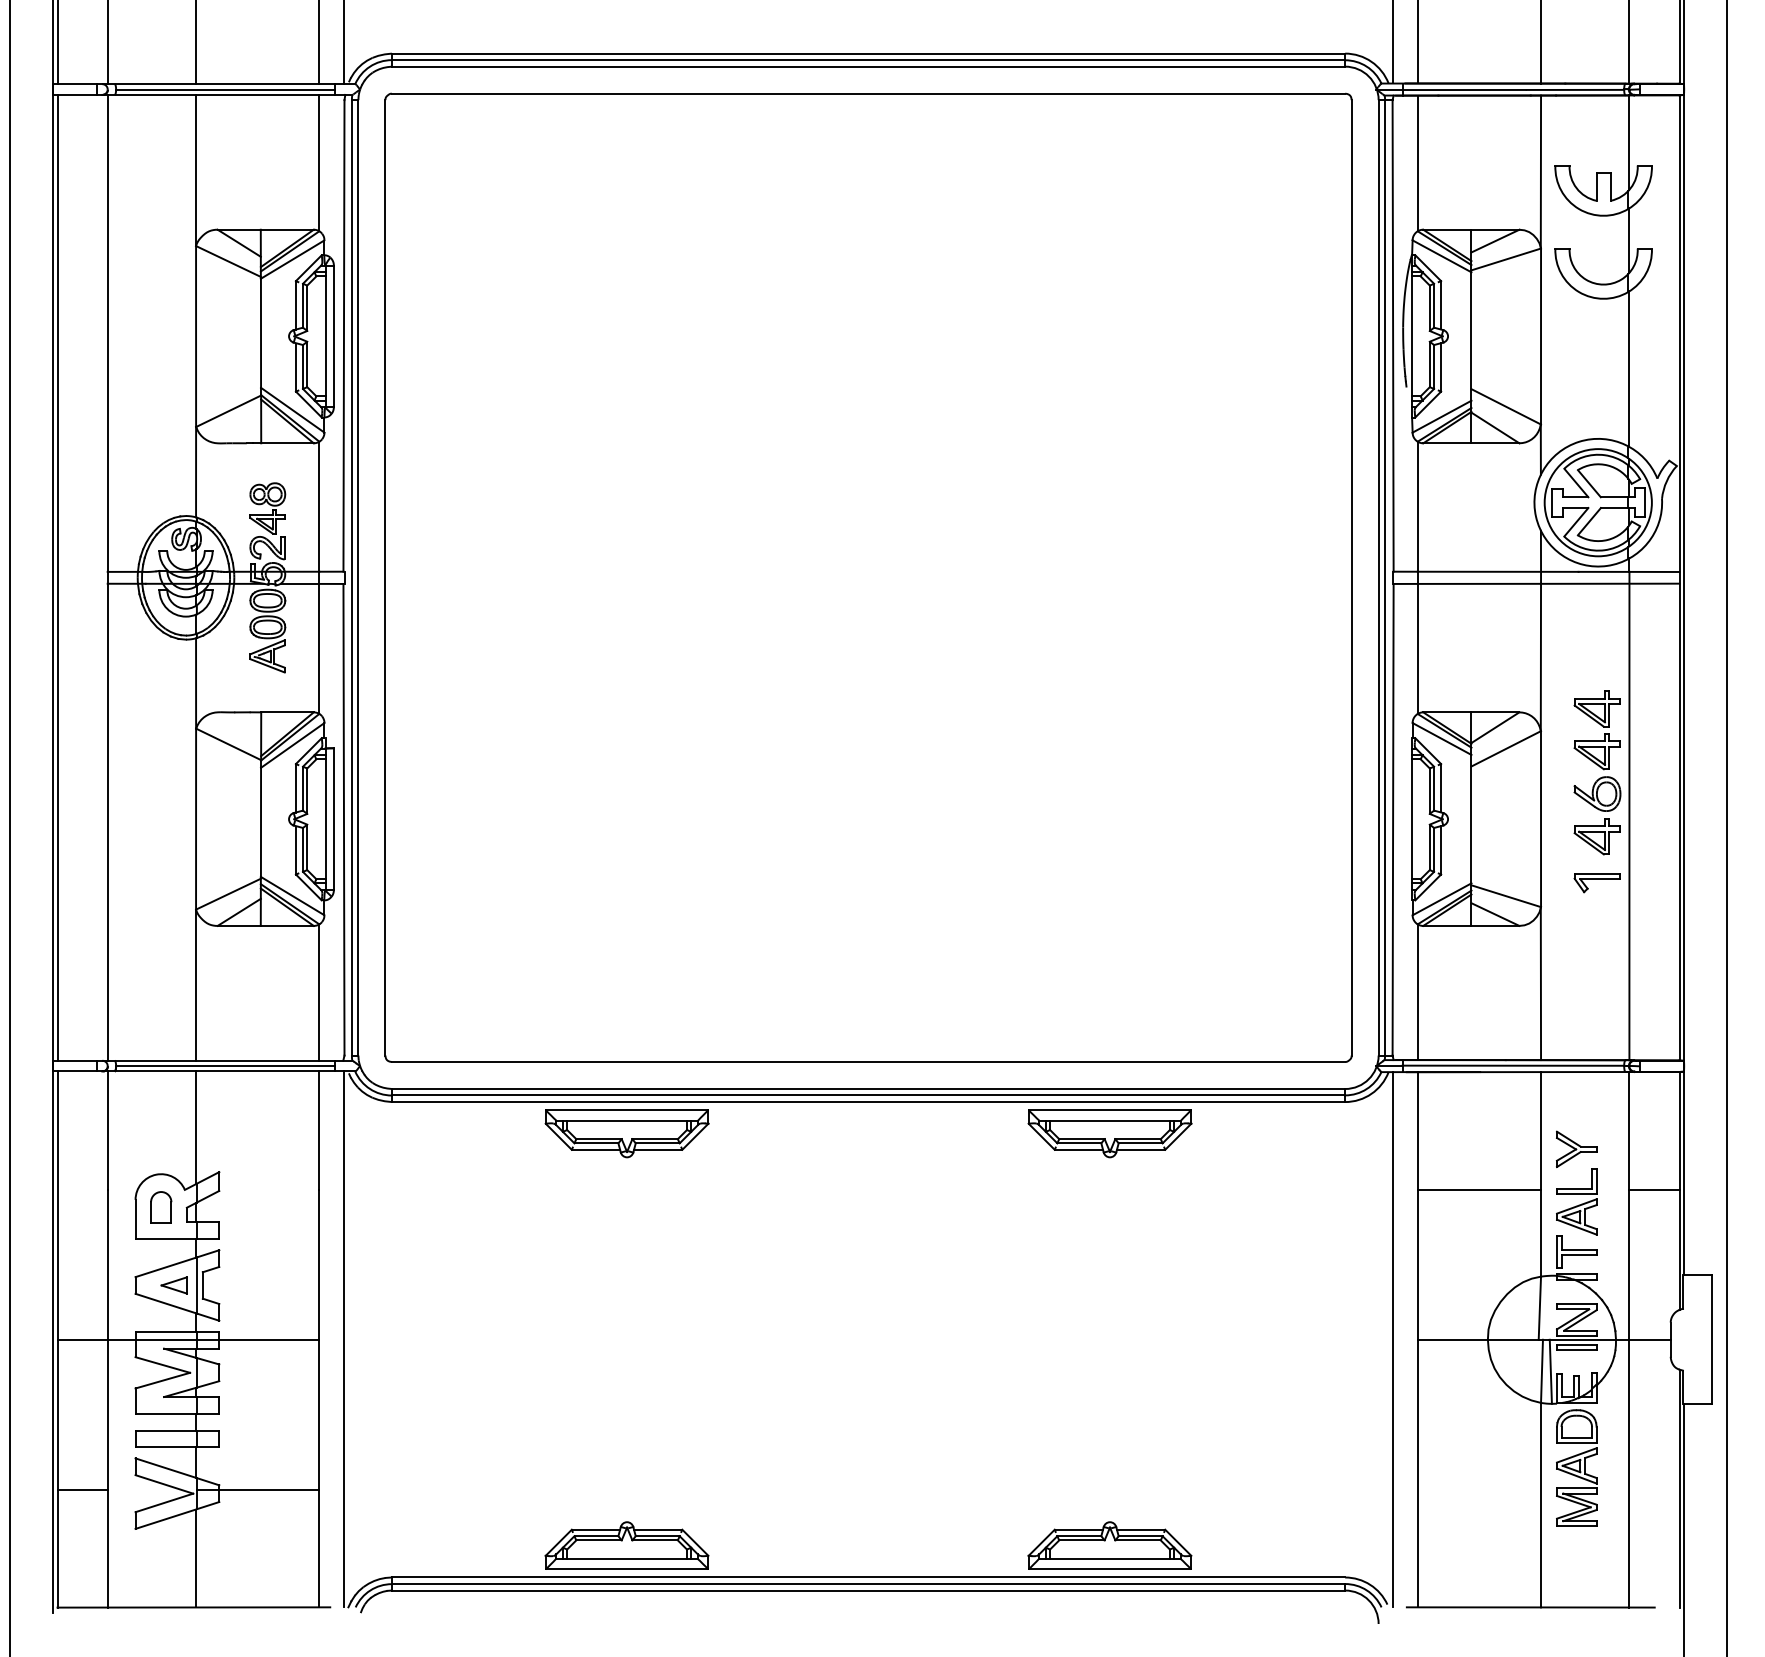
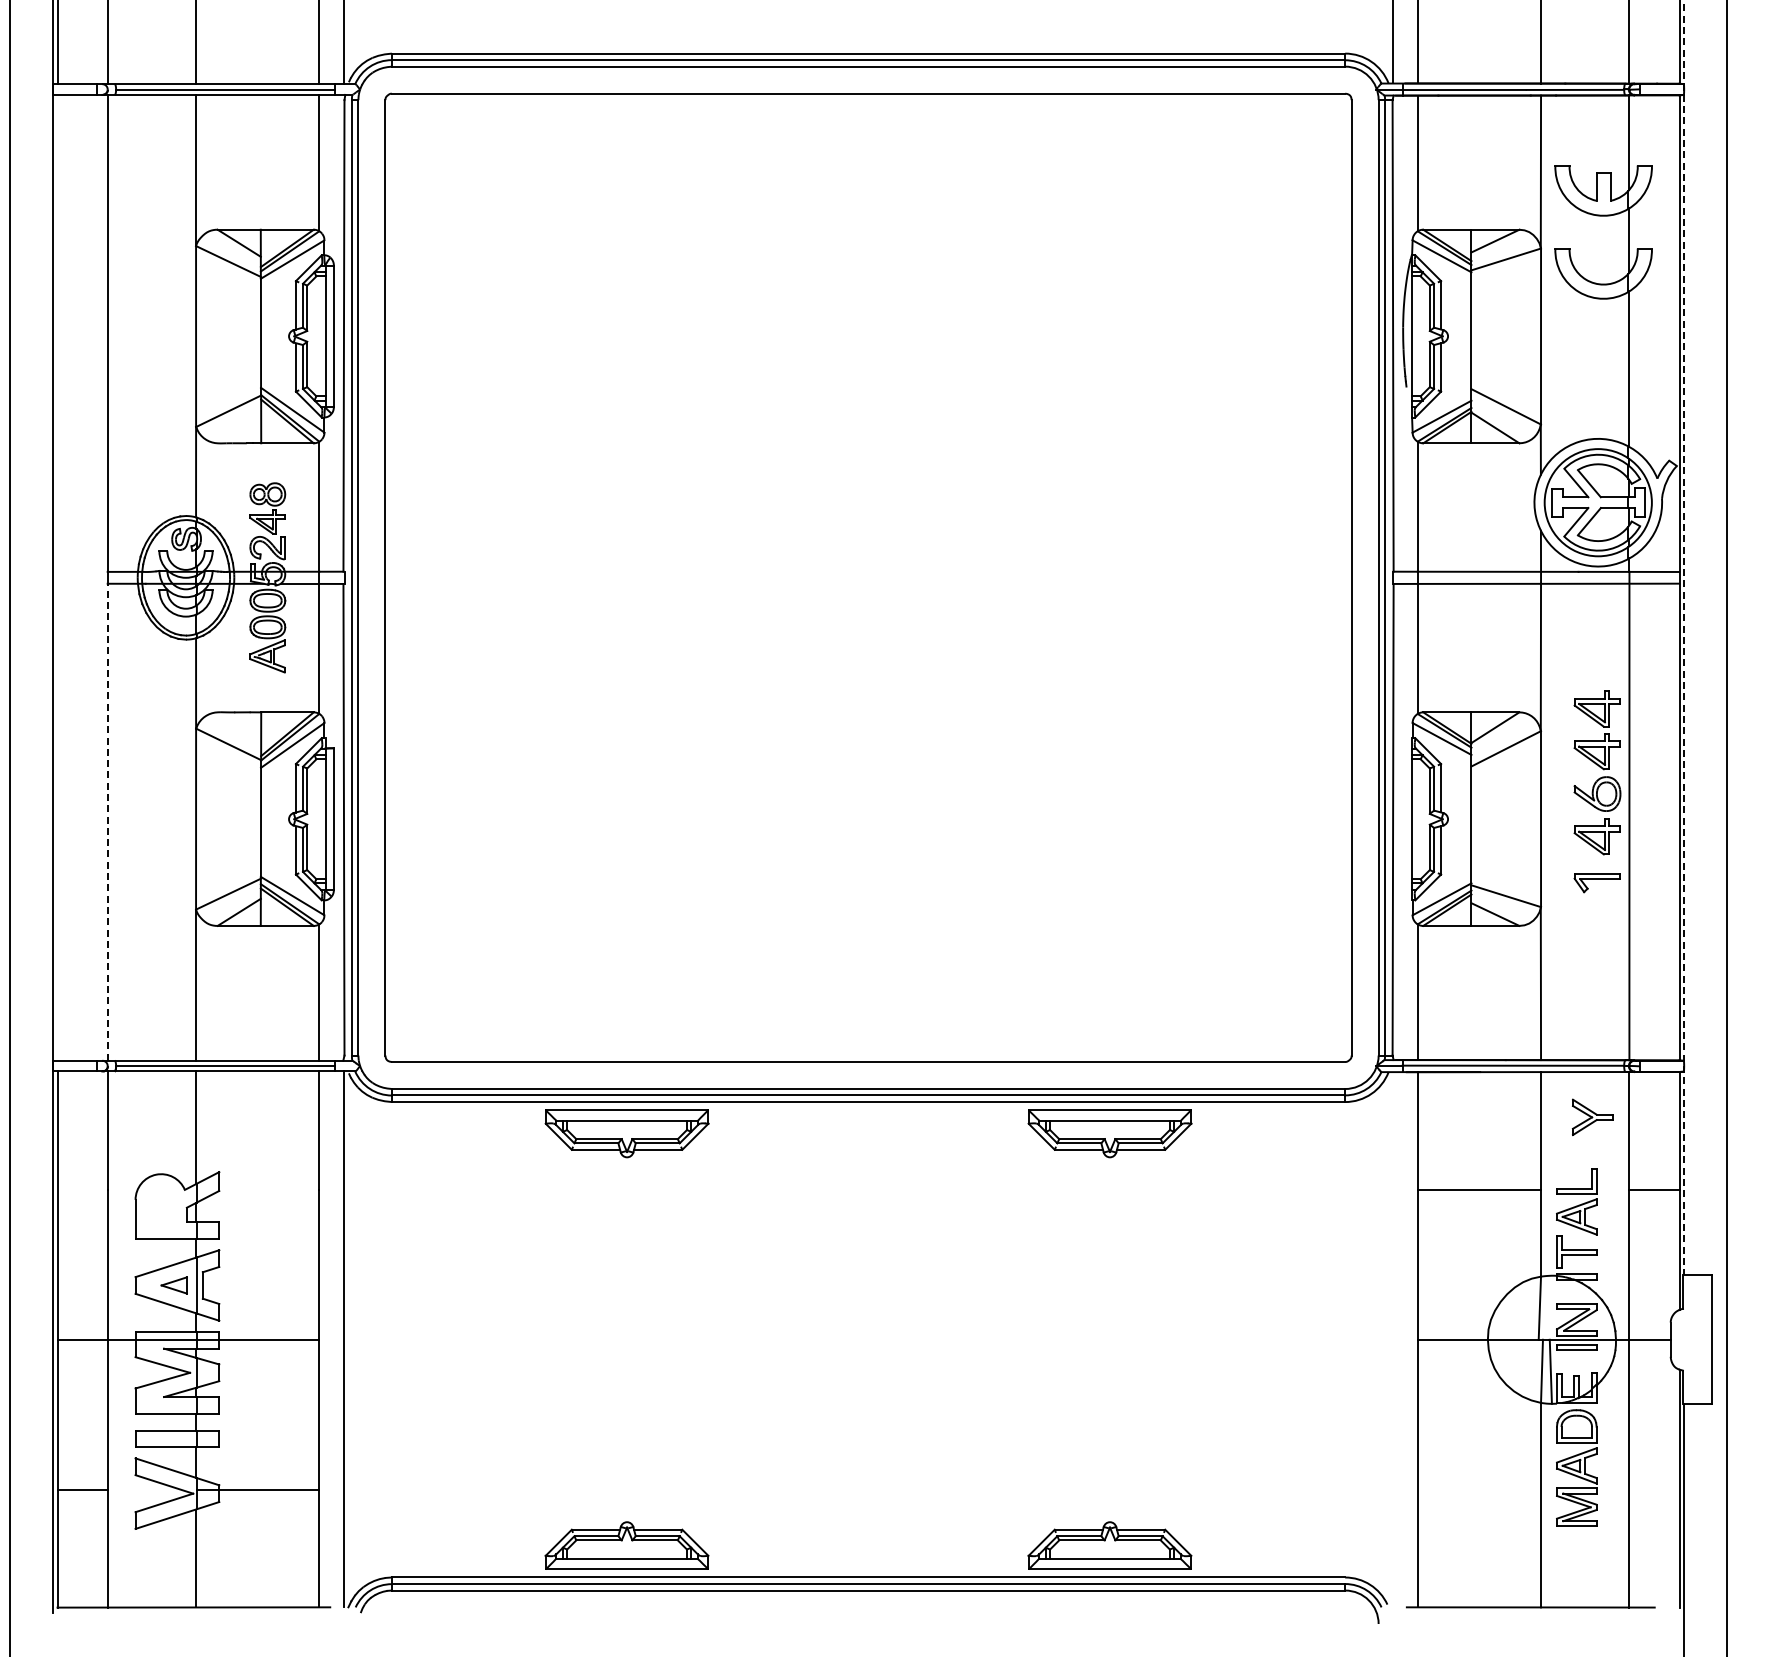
line at (57, 577): present -> none
line at (1684, 637): solid -> dashed
line at (107, 821): solid -> dashed
part at (1576, 1149) position: (1576, 1149) -> (1592, 1117)
part at (161, 1207): present -> none
line at (1393, 1339): present -> none
